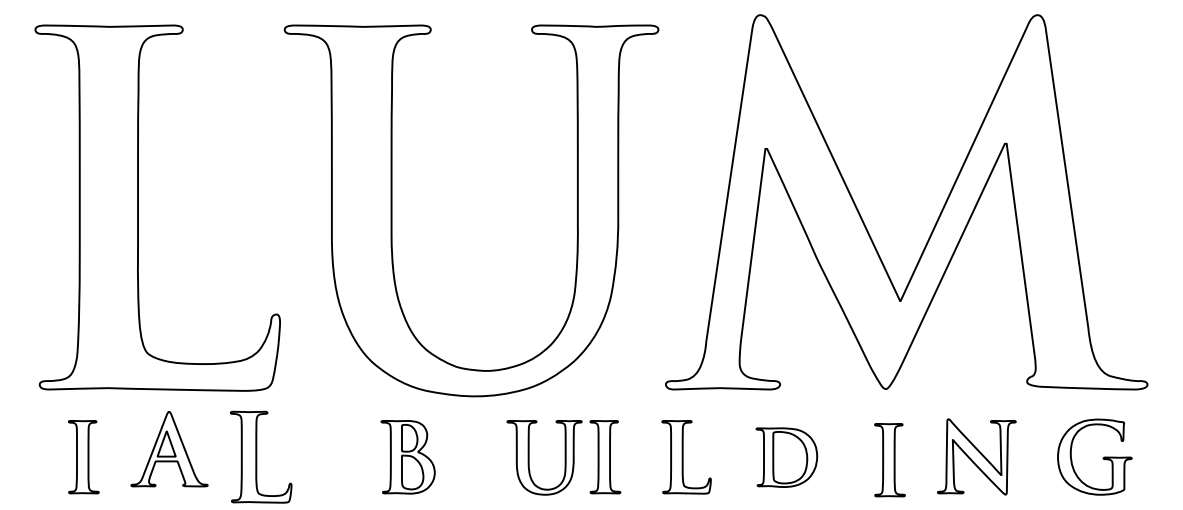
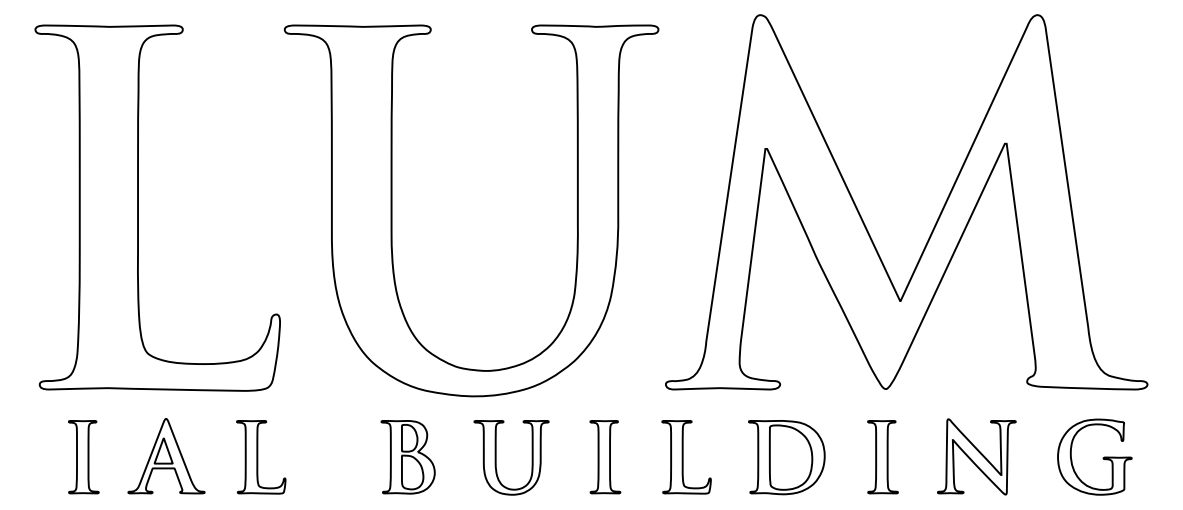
part at (169, 449) position: (169, 449) -> (166, 456)
part at (261, 456) size: 63x94 px -> 51x75 px
part at (529, 457) position: (529, 457) -> (496, 457)
part at (786, 457) size: 64x61 px -> 78x76 px
part at (889, 460) position: (889, 460) -> (882, 457)
